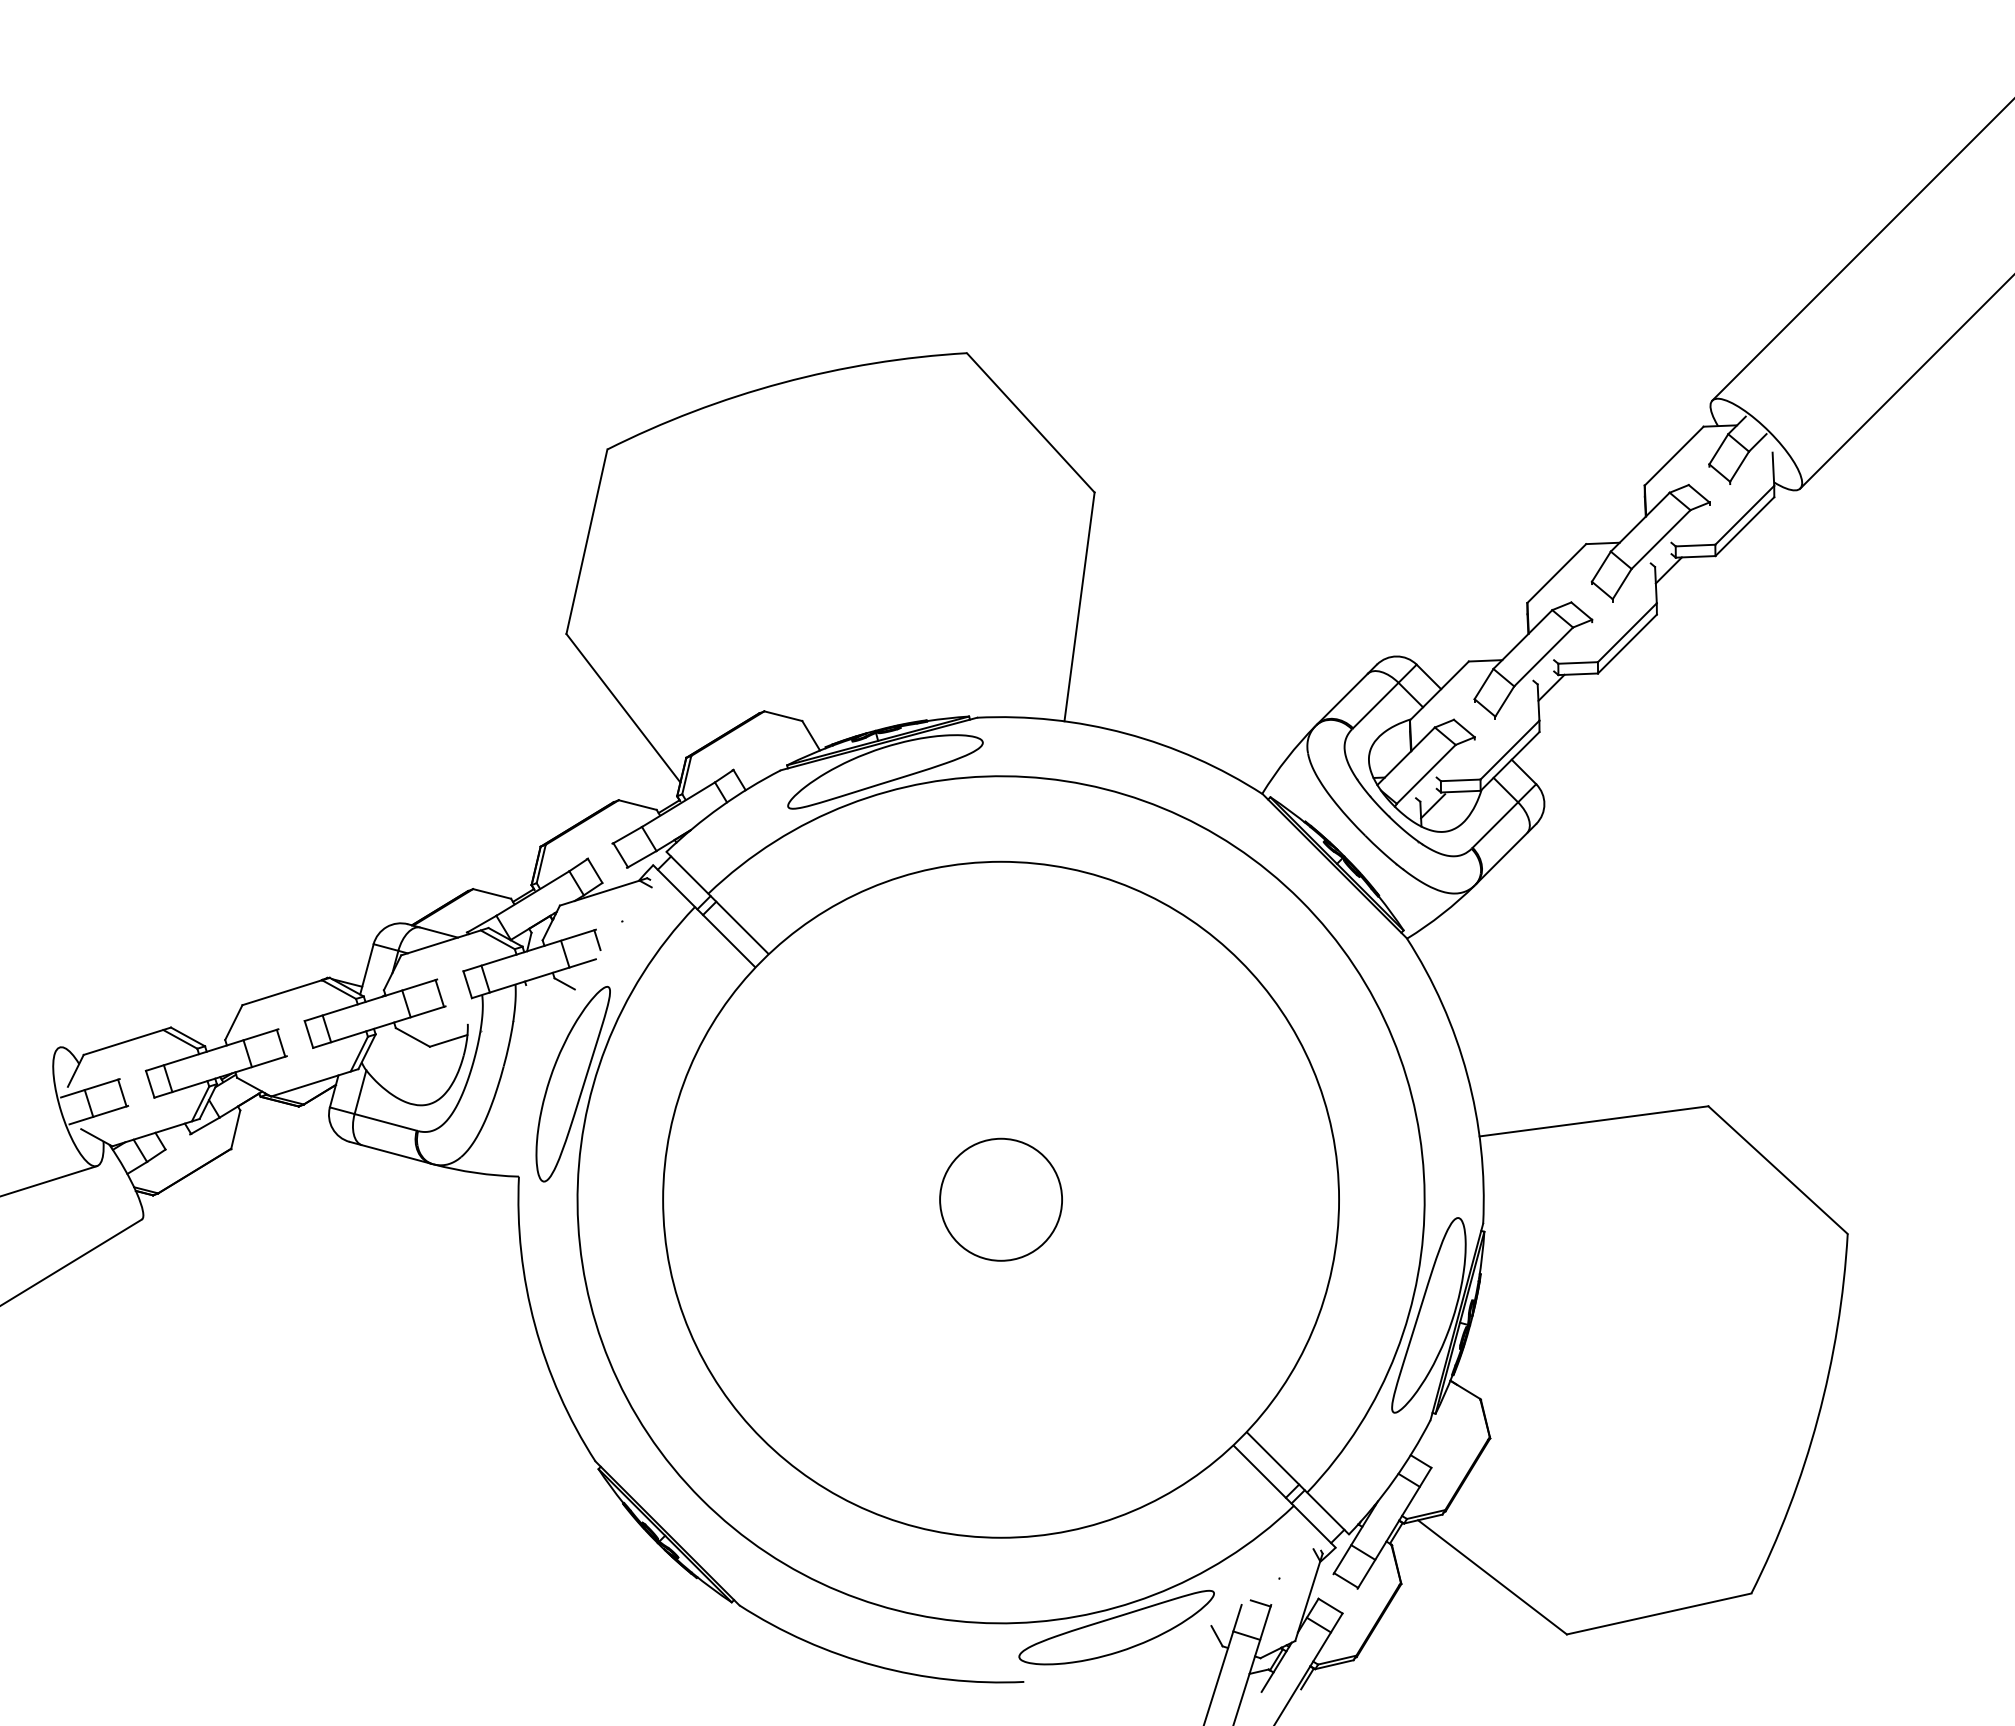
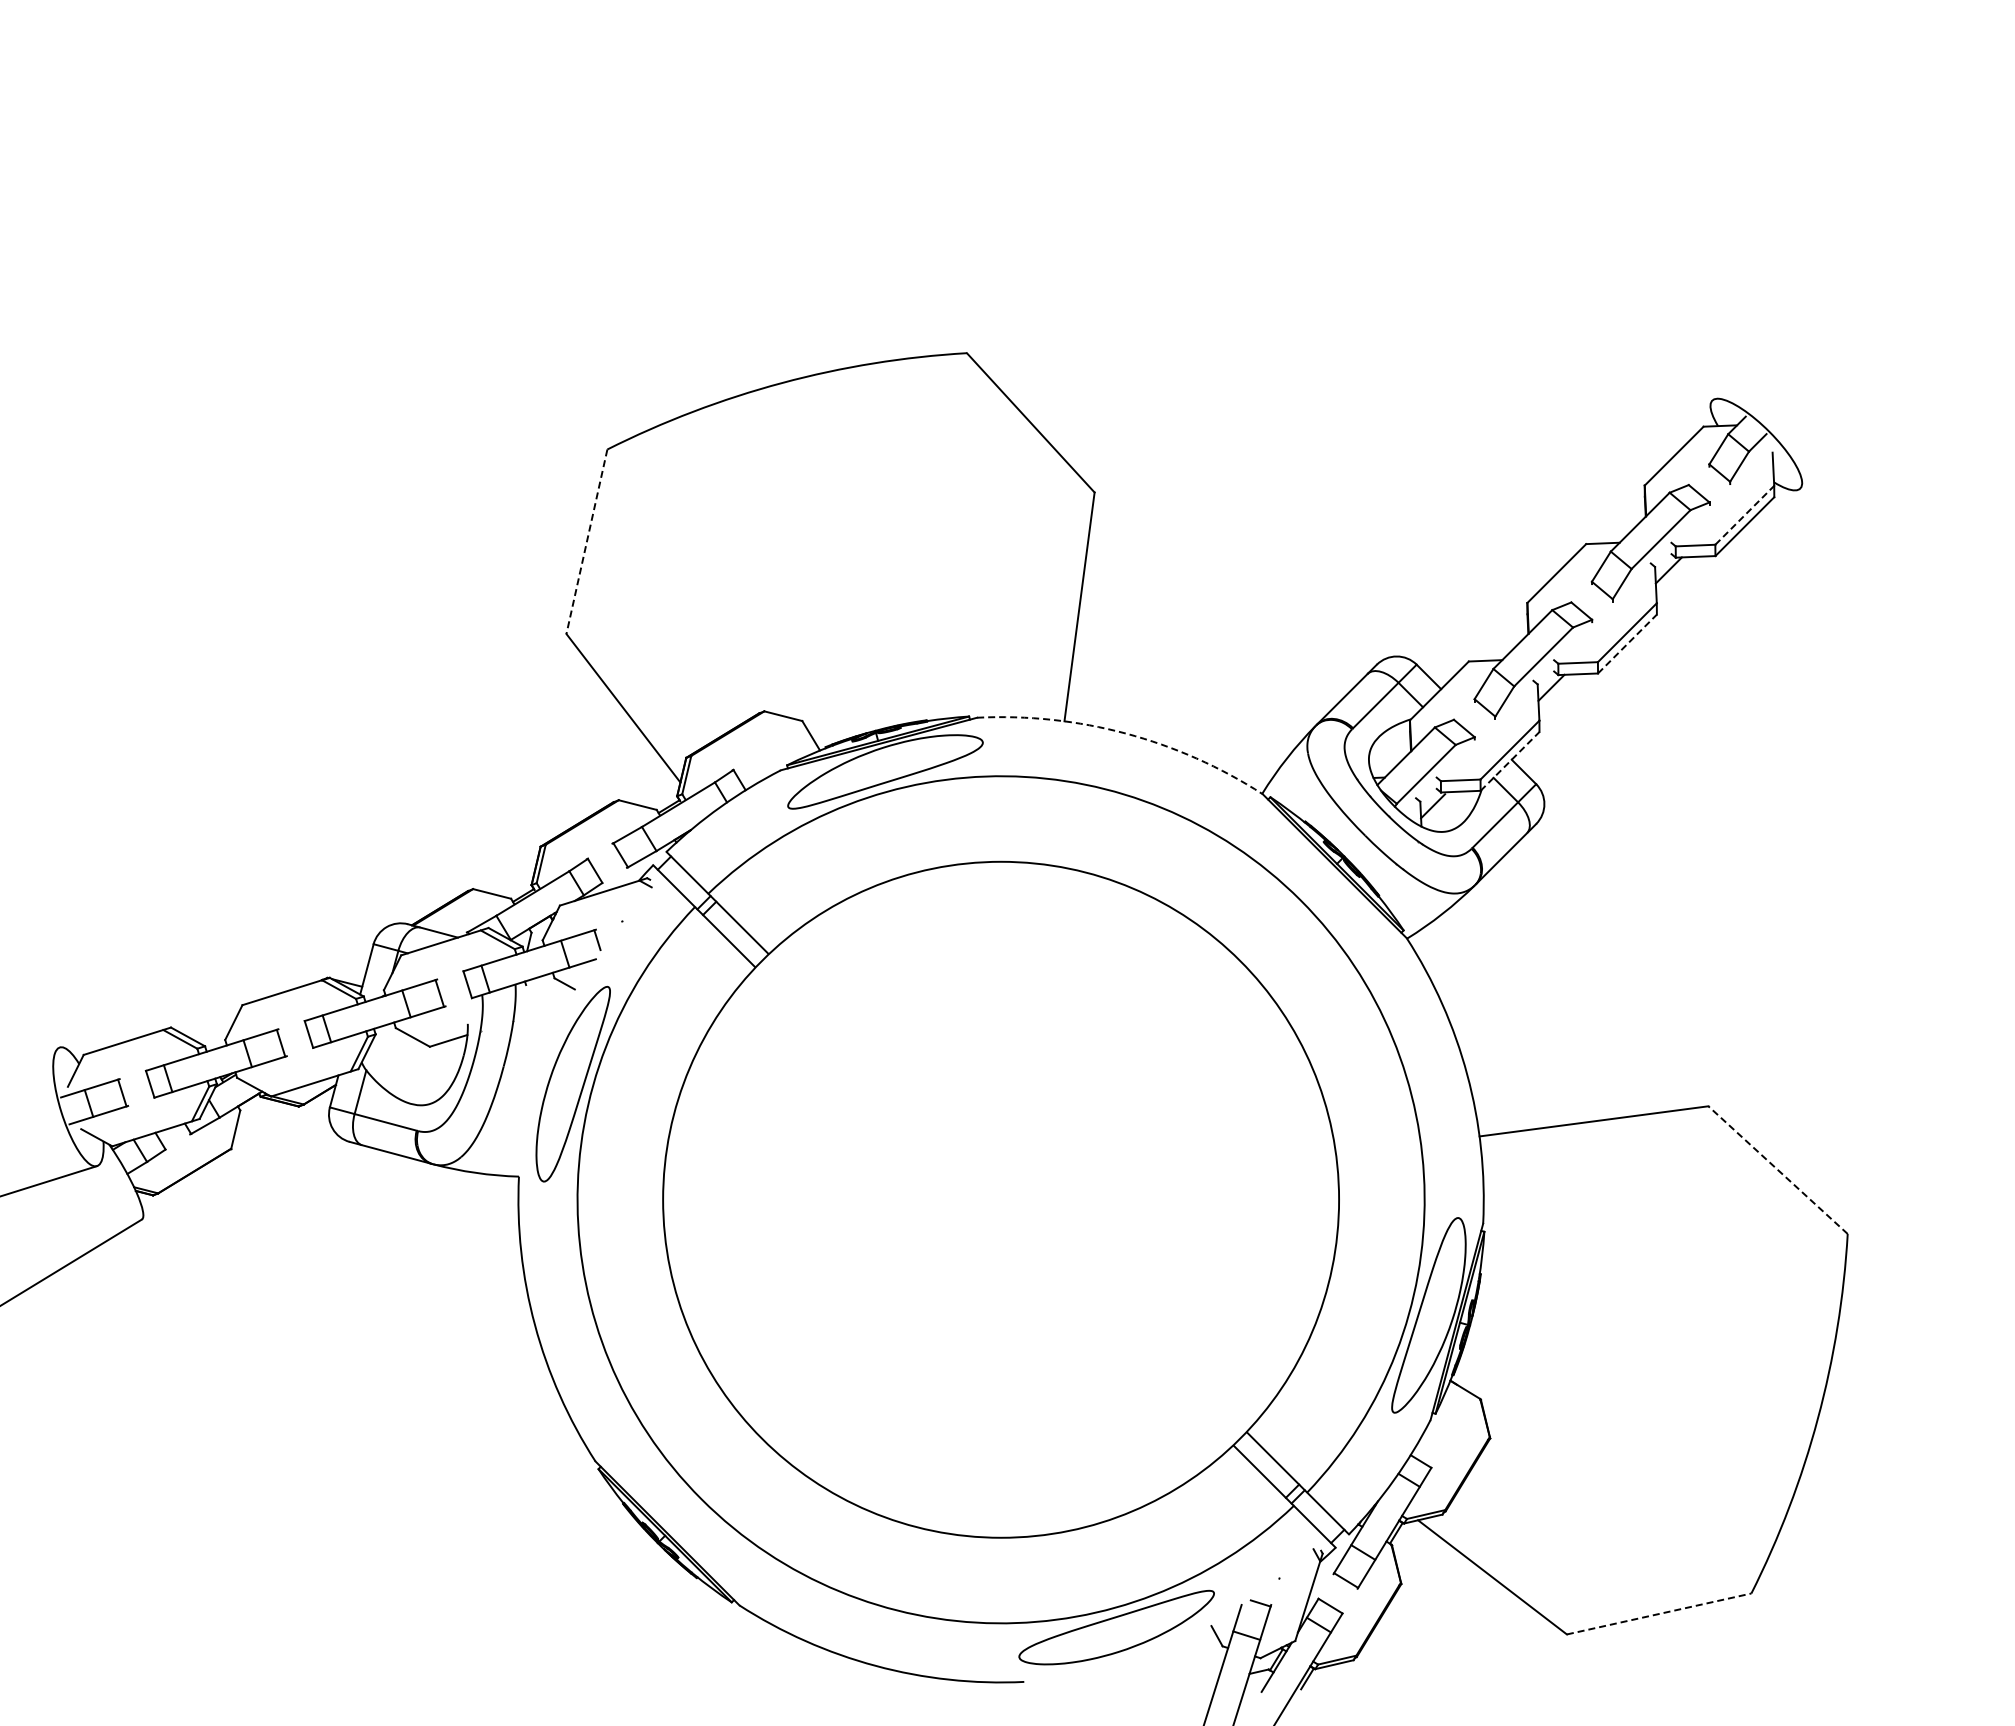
line at (1861, 250): present -> none
line at (1905, 382): present -> none
line at (1744, 515): solid -> dashed
line at (586, 542): solid -> dashed
line at (1627, 644): solid -> dashed
arc at (1126, 733): solid -> dashed
line at (1510, 761): solid -> dashed
line at (1777, 1169): solid -> dashed
circle at (1000, 1199): present -> none
line at (1659, 1613): solid -> dashed
